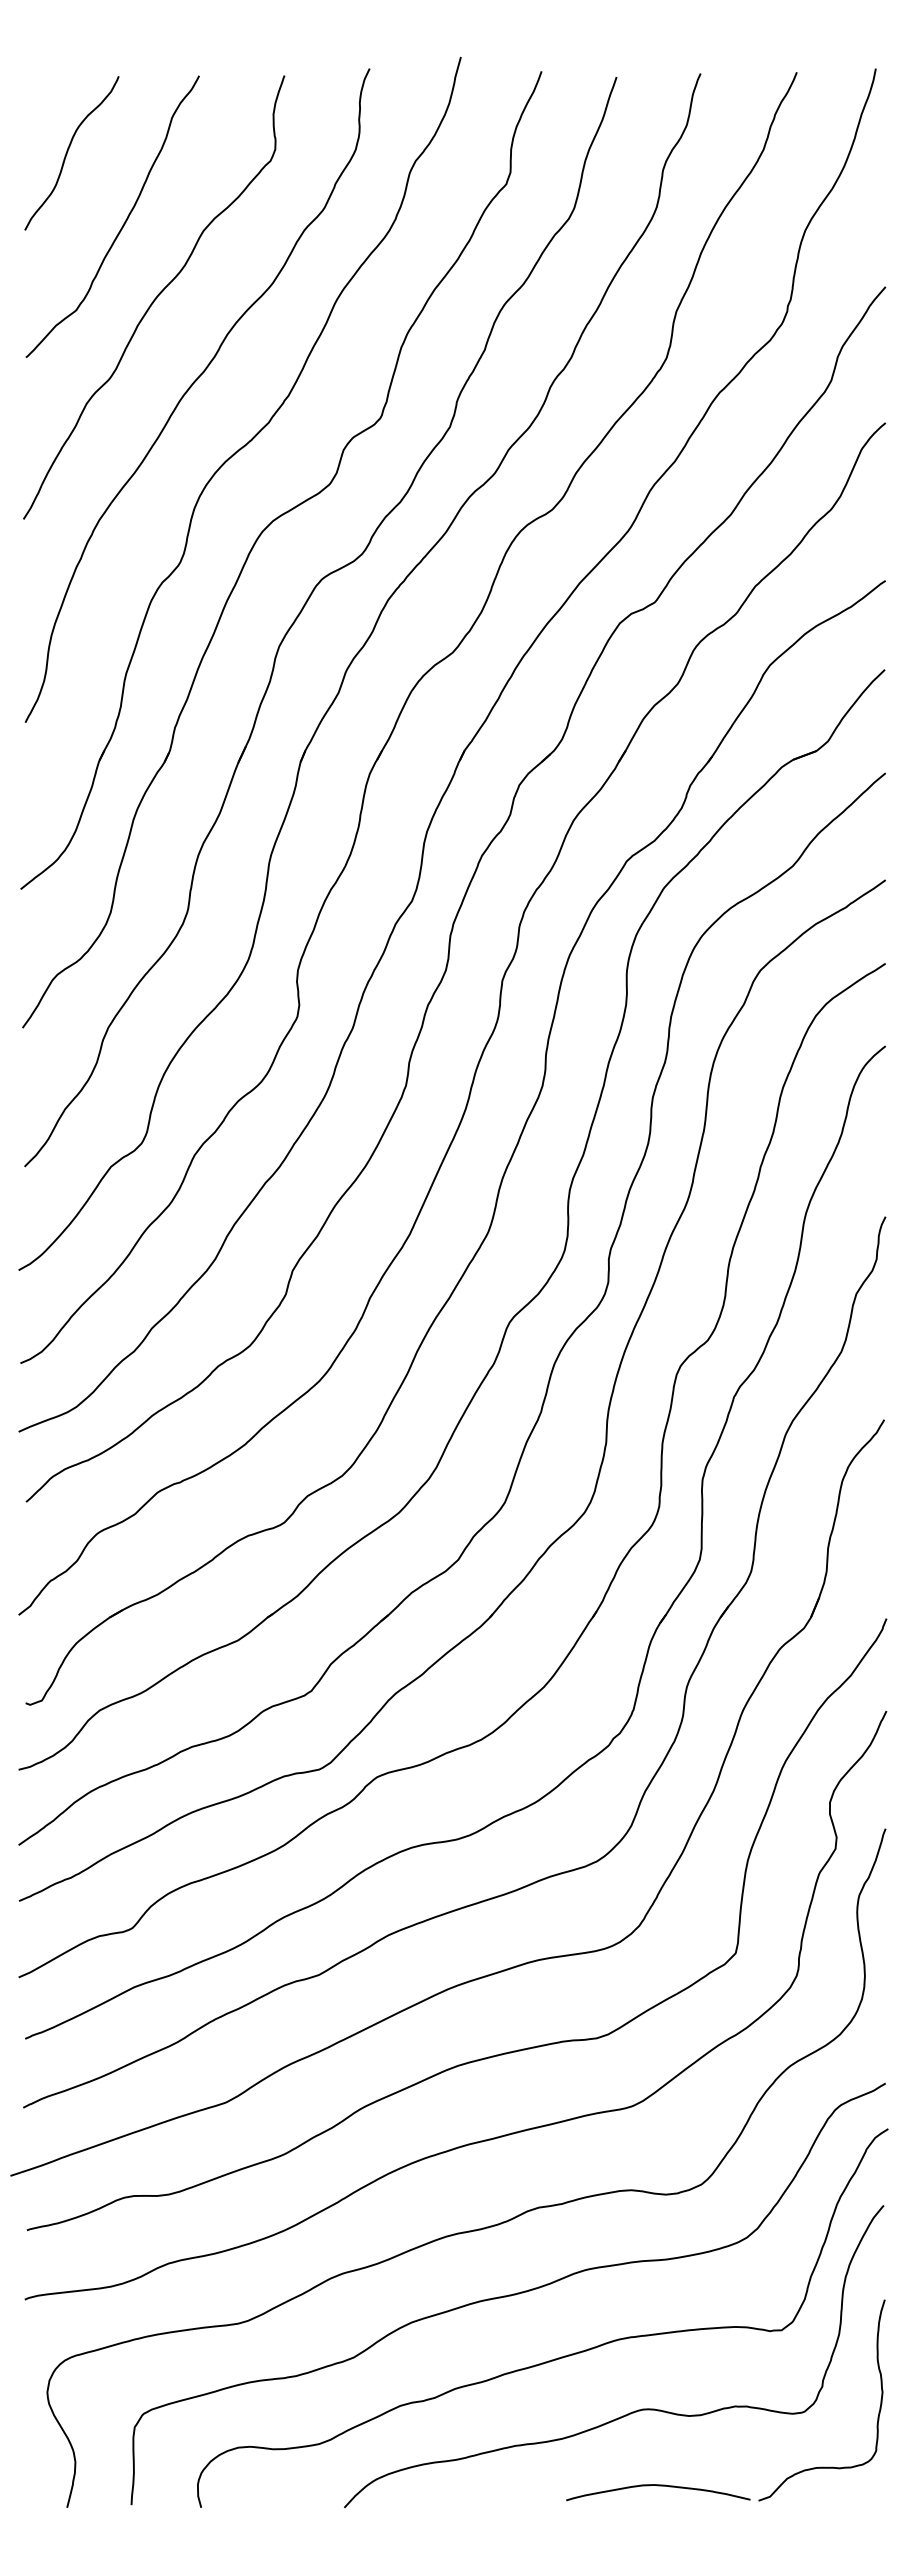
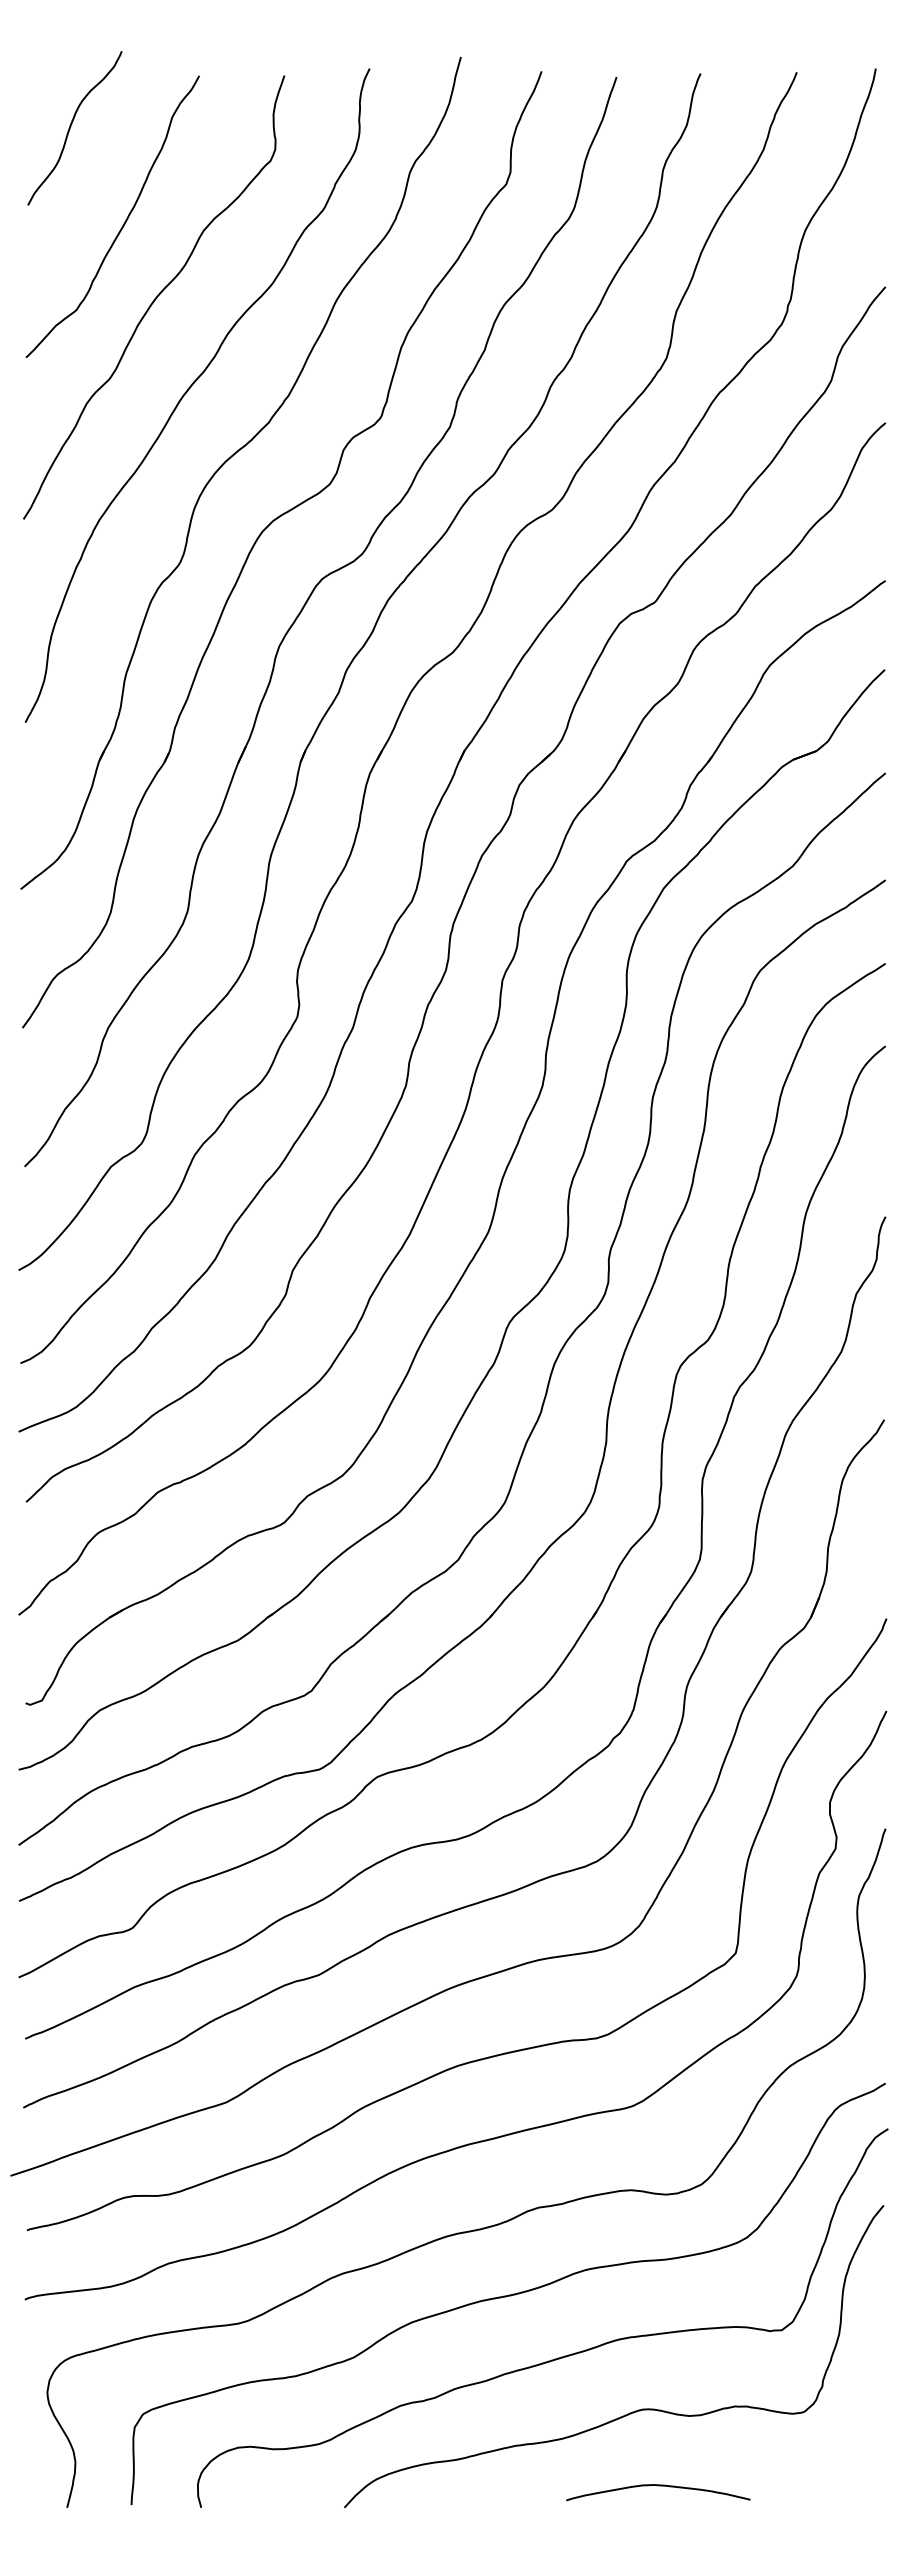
curve at (68, 151) position: (68, 151) -> (71, 126)
curve at (877, 2416): present -> none
